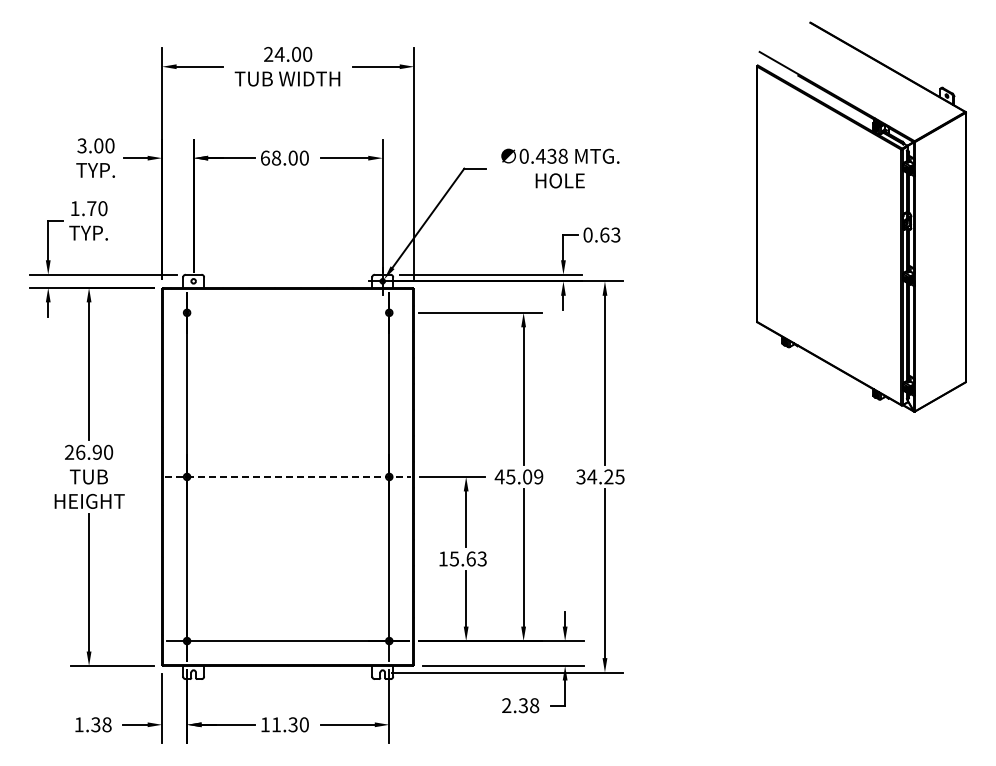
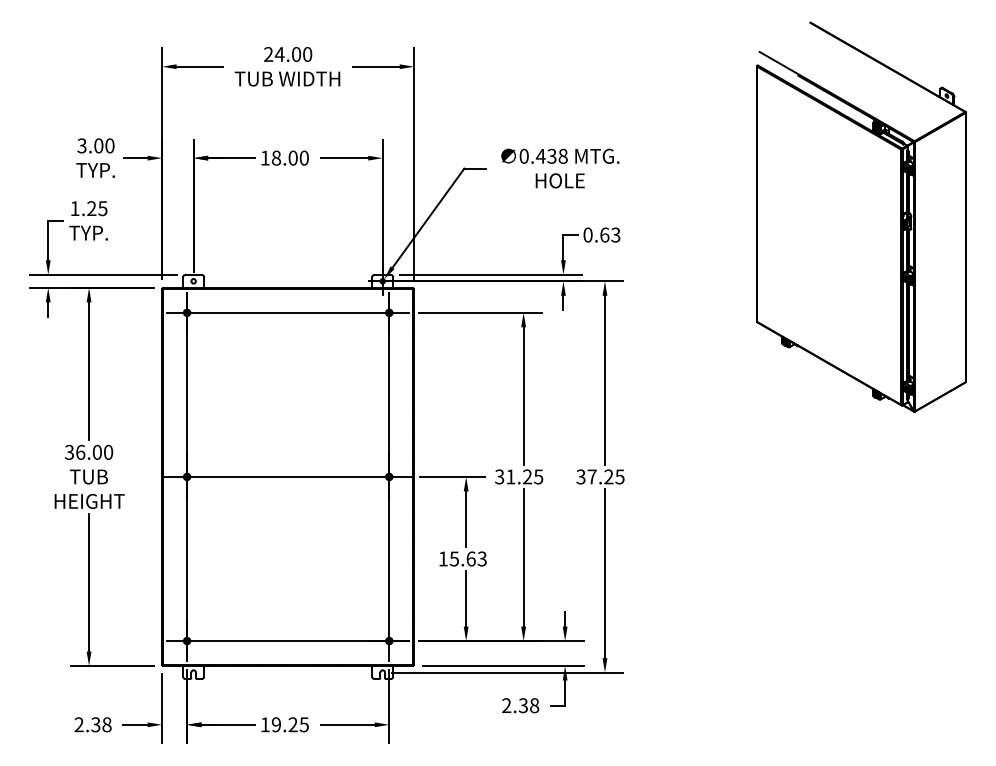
text at (265, 157): 68.00 -> 18.00
text at (97, 208): 1.70 -> 1.25
line at (287, 312): none -> present
text at (83, 452): 26.90 -> 36.00
line at (288, 476): dashed -> solid
text at (518, 476): 45.09 -> 31.25
text at (592, 476): 34.25 -> 37.25
text at (78, 724): 1.38 -> 2.38
text at (289, 724): 11.30 -> 19.25
